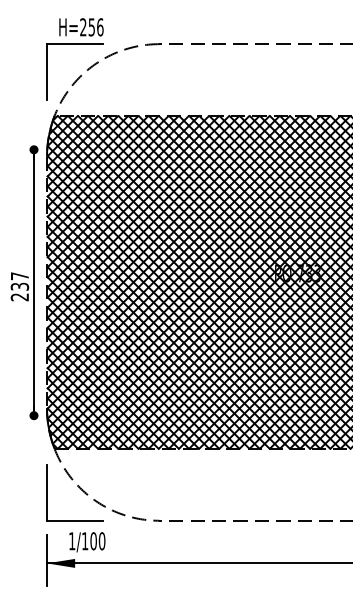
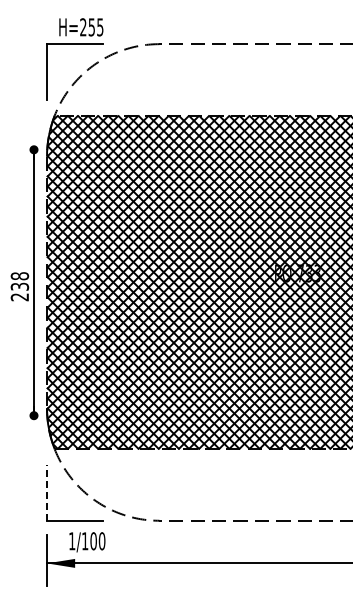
text at (100, 27): H=256 -> H=255
text at (19, 276): 237 -> 238
line at (47, 492): solid -> dashed
